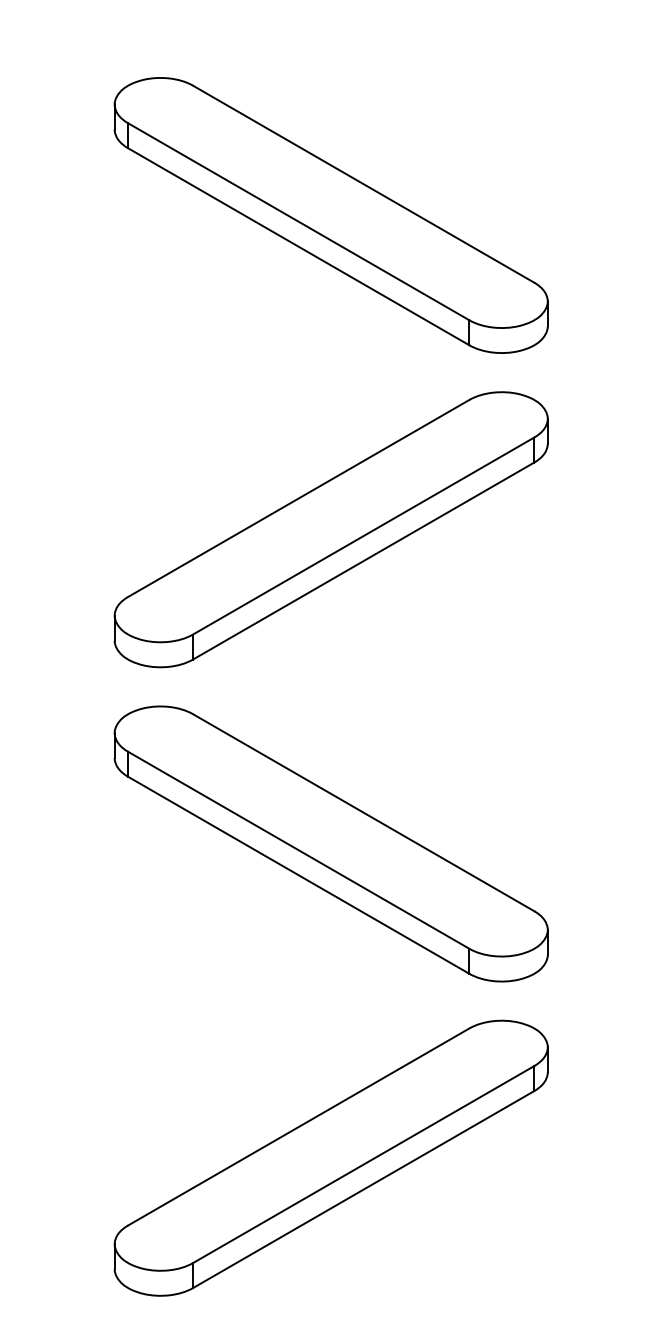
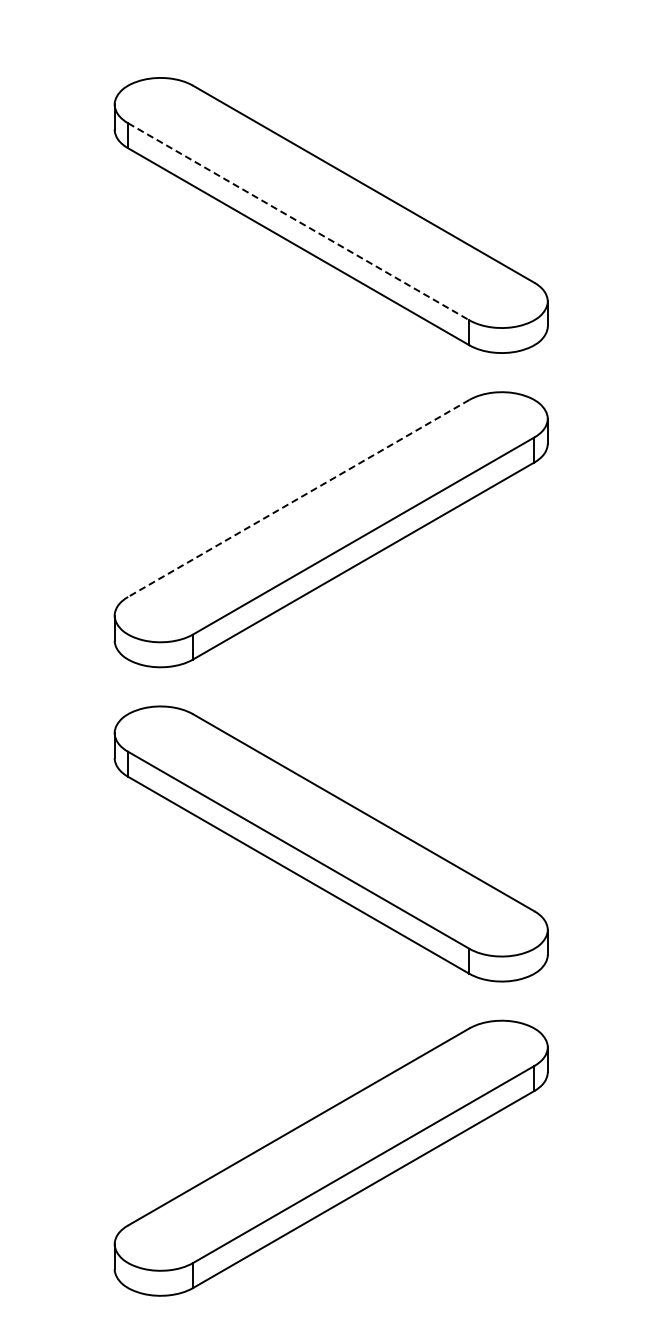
line at (298, 221): solid -> dashed
line at (298, 498): solid -> dashed
